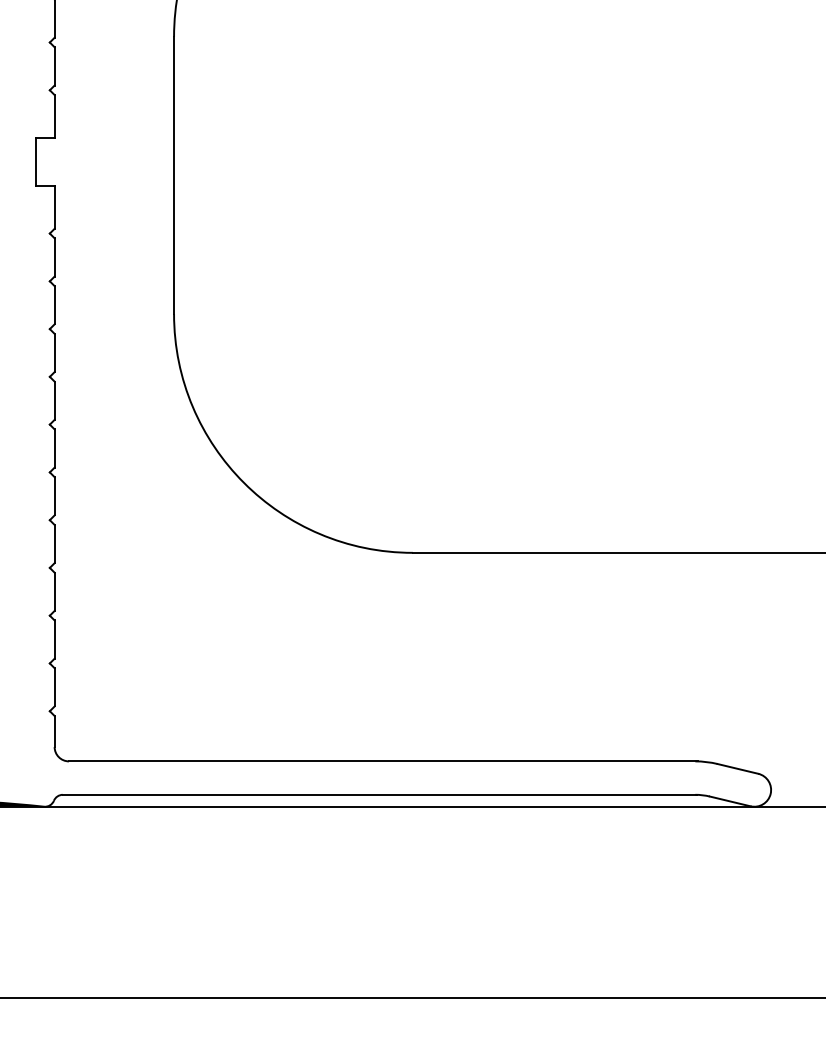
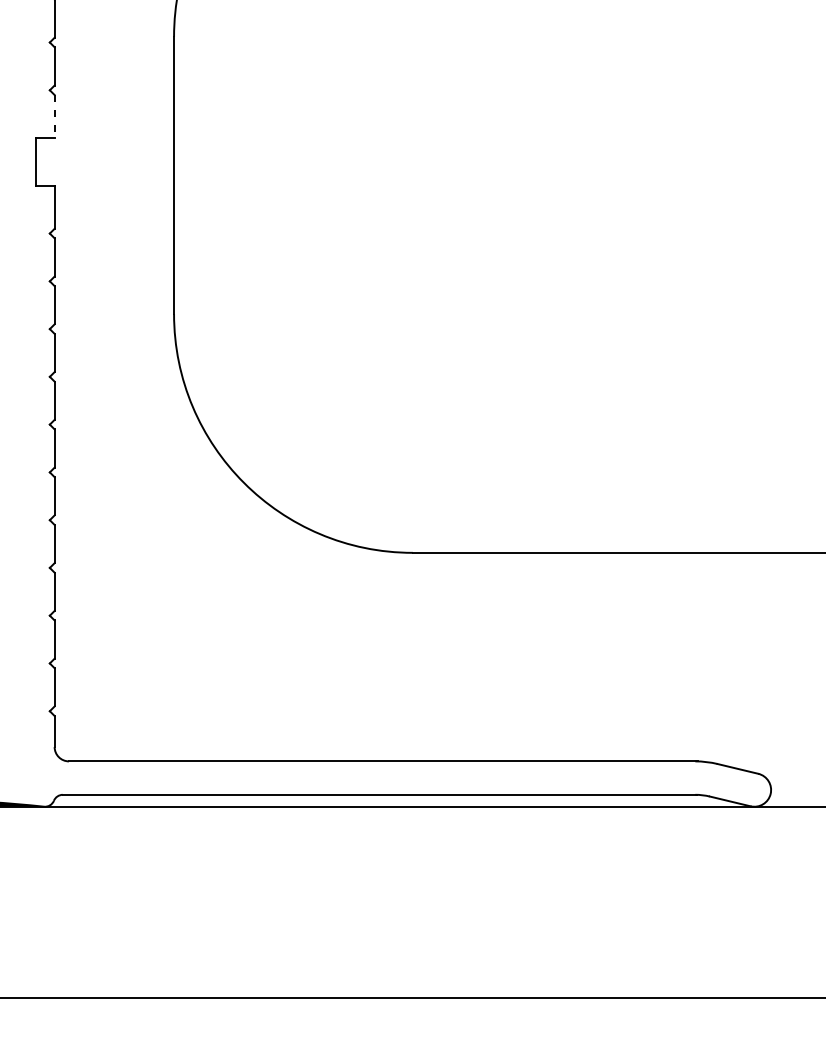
line at (54, 117): solid -> dashed
